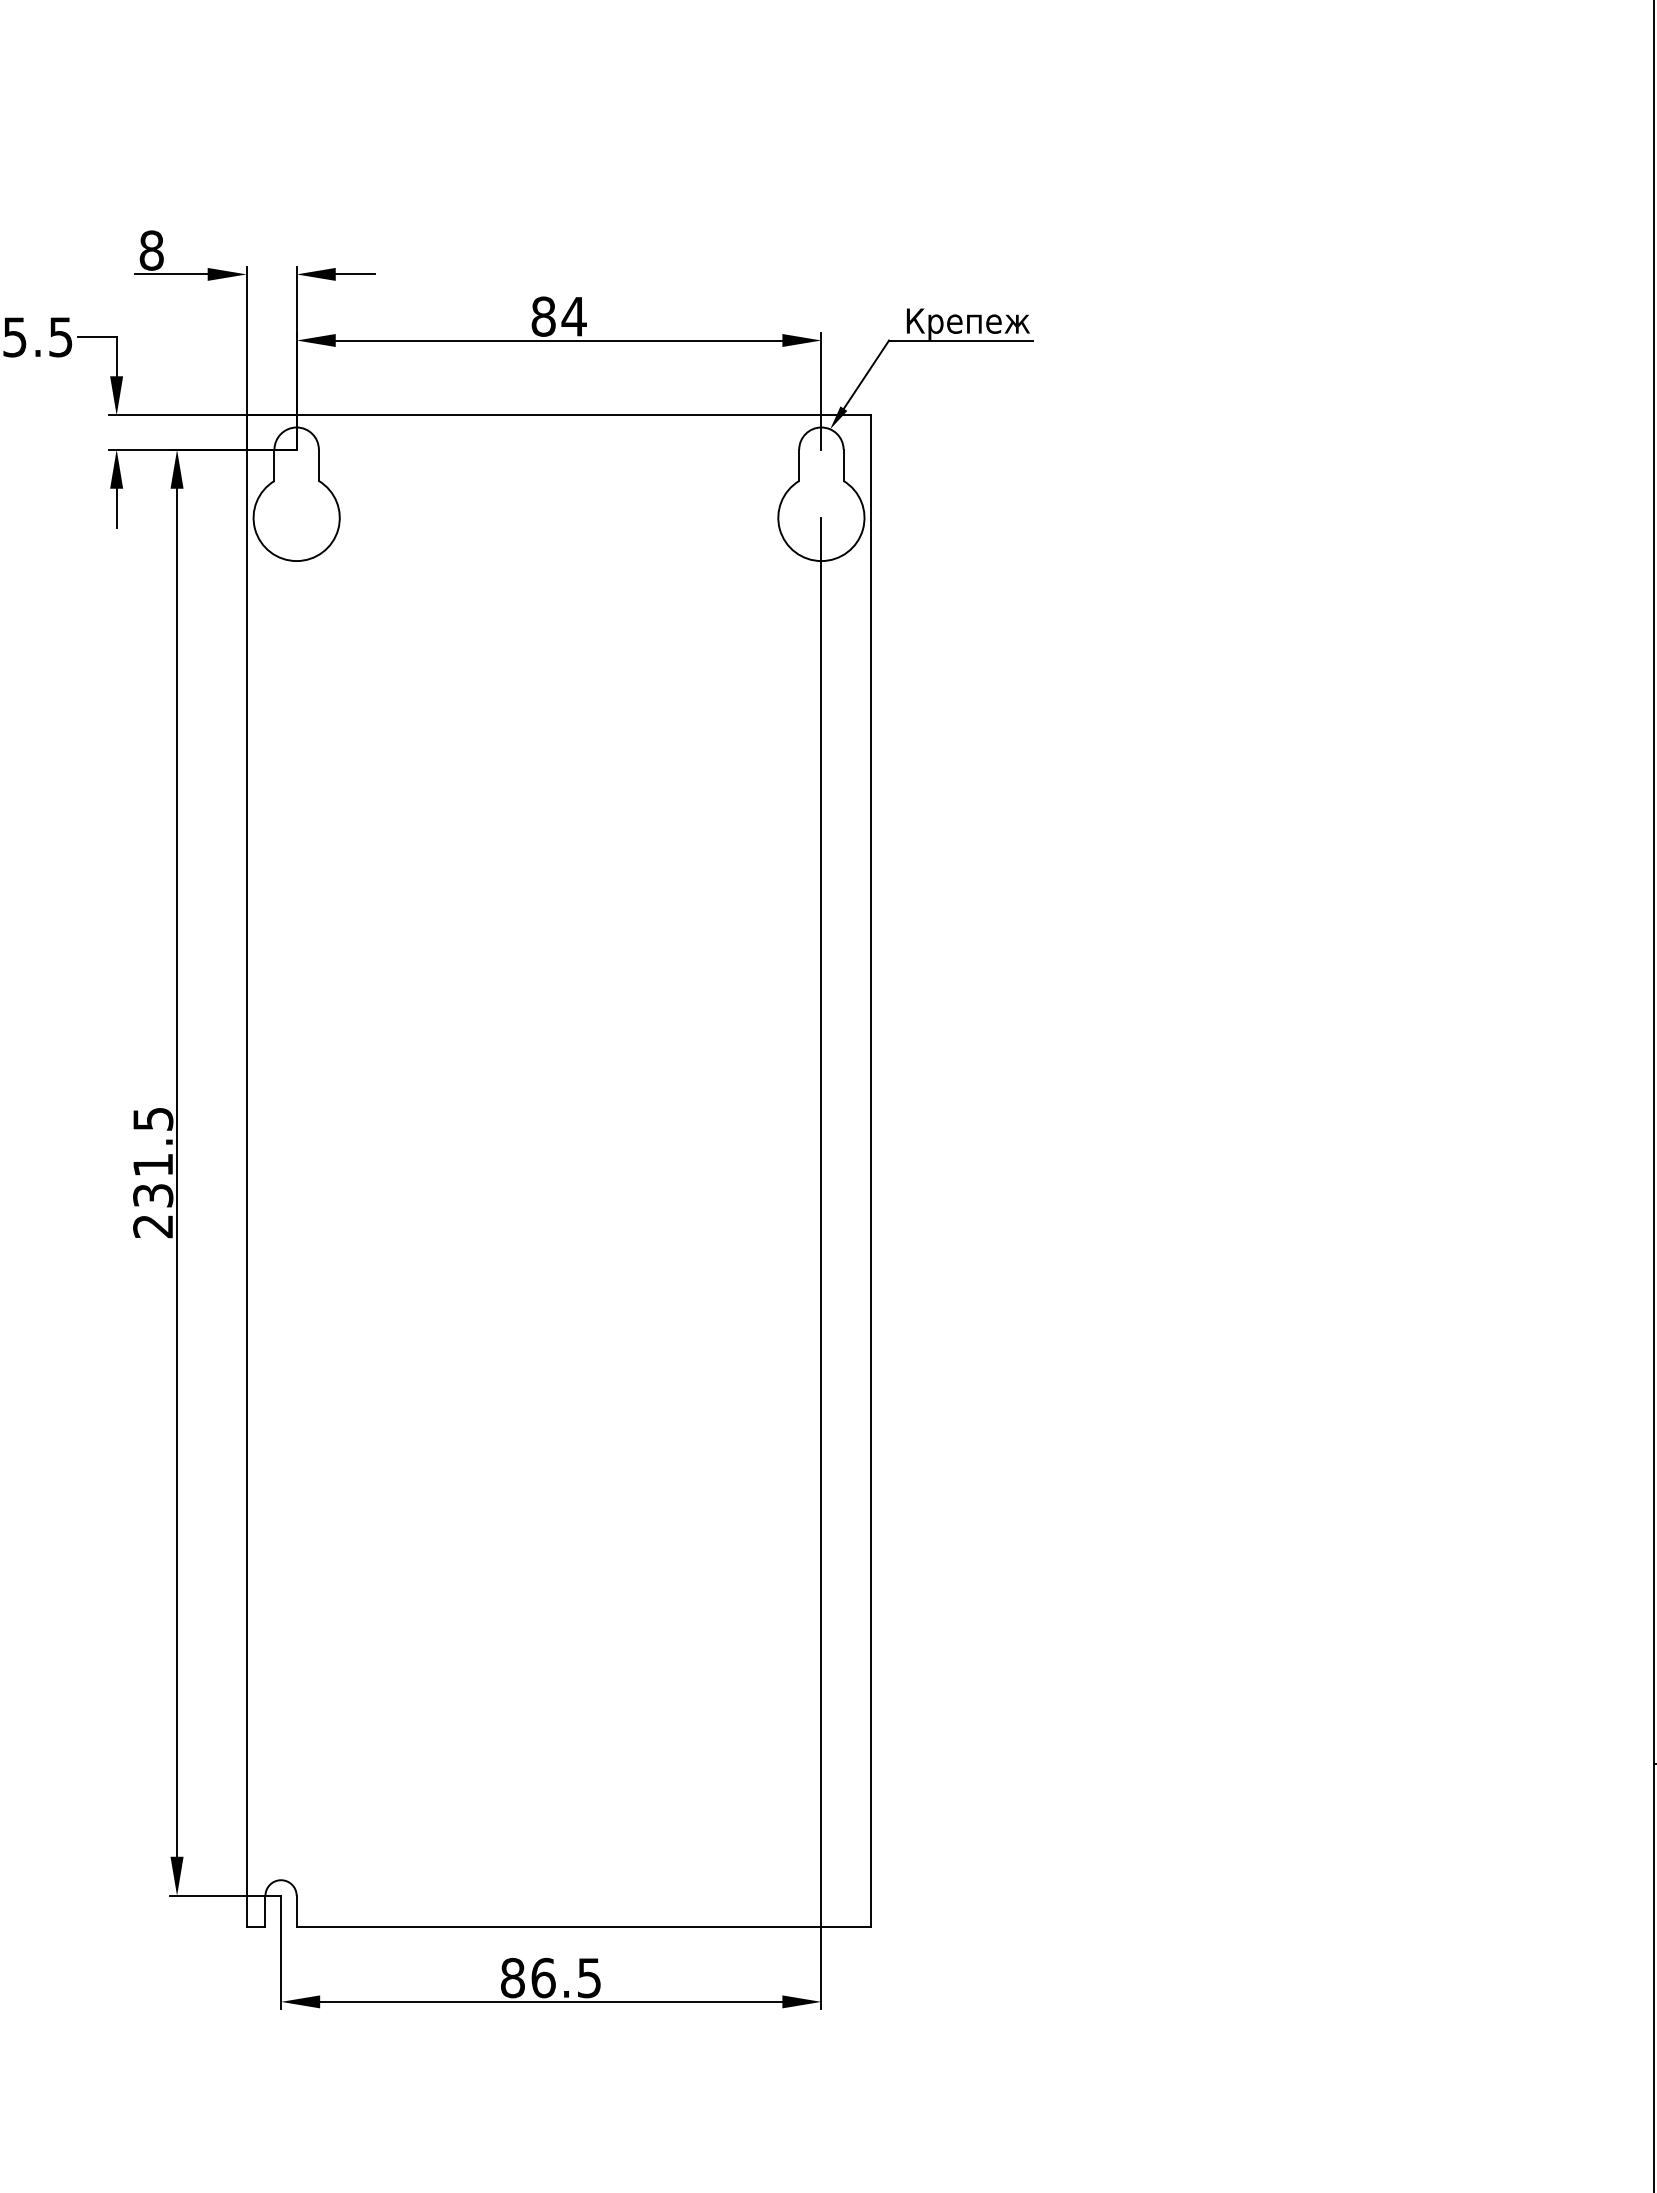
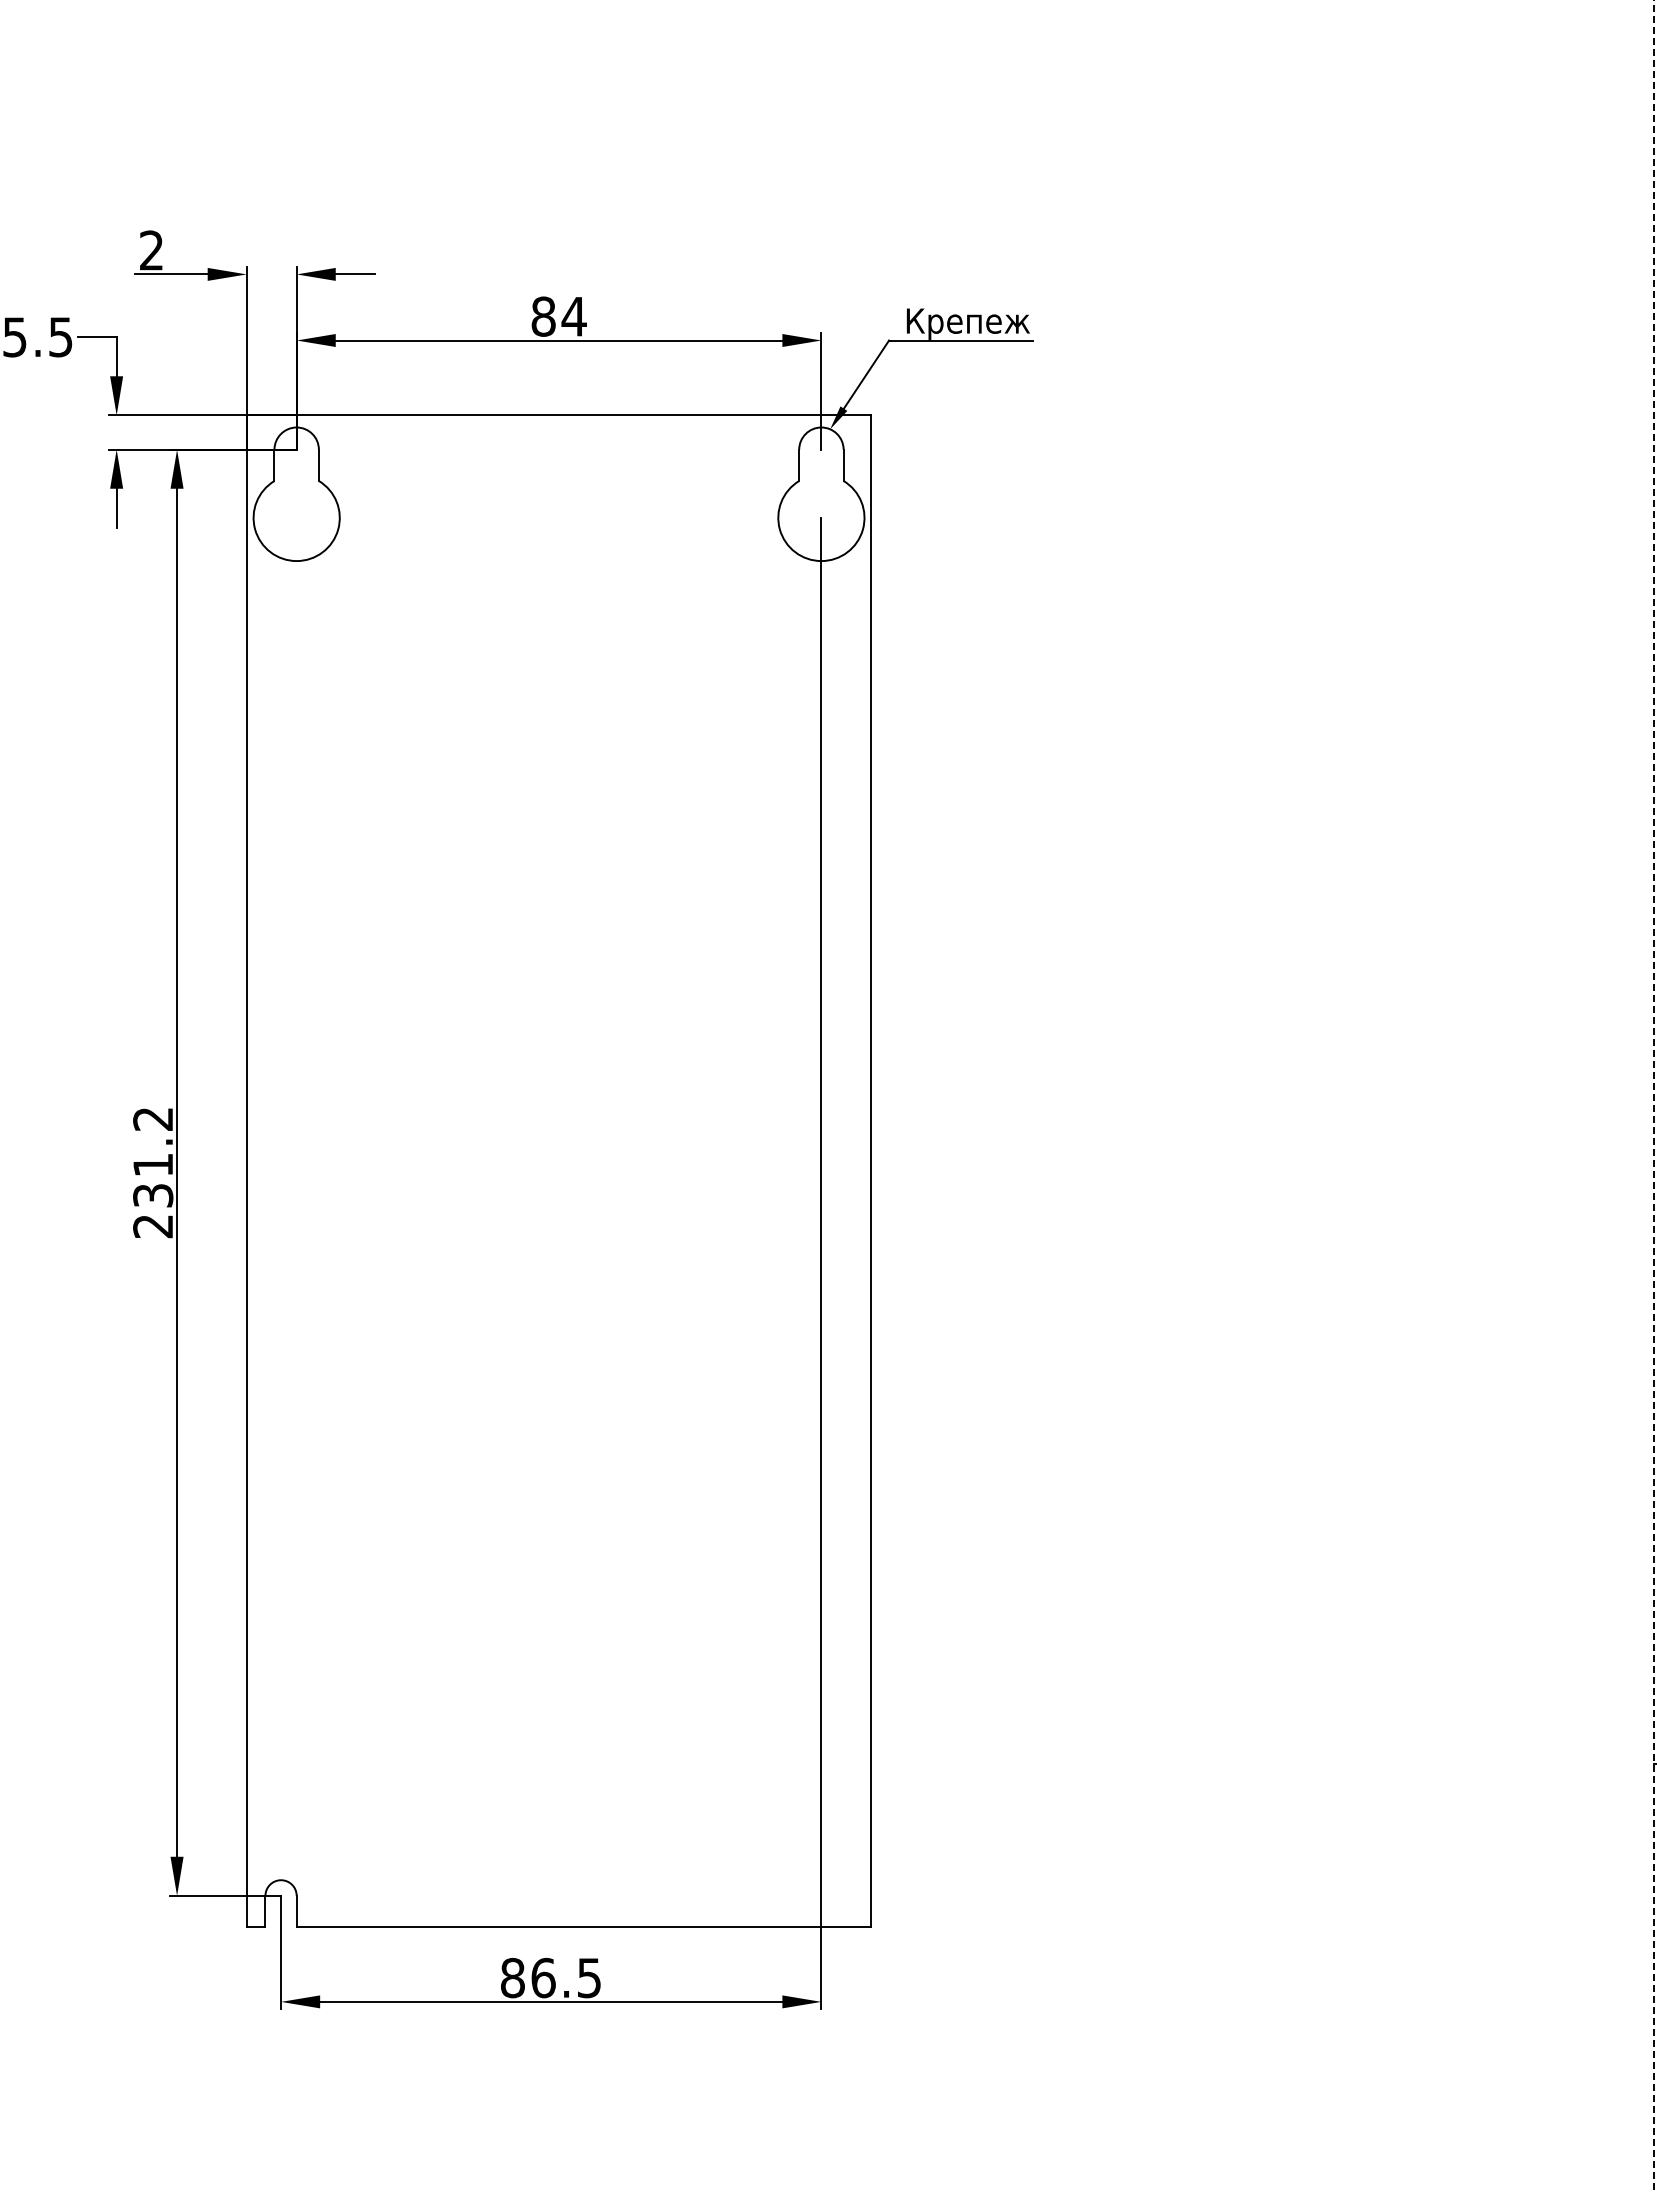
text at (151, 250): 8 -> 2
line at (1653, 1096): solid -> dashed
text at (153, 1119): 231.5 -> 231.2
